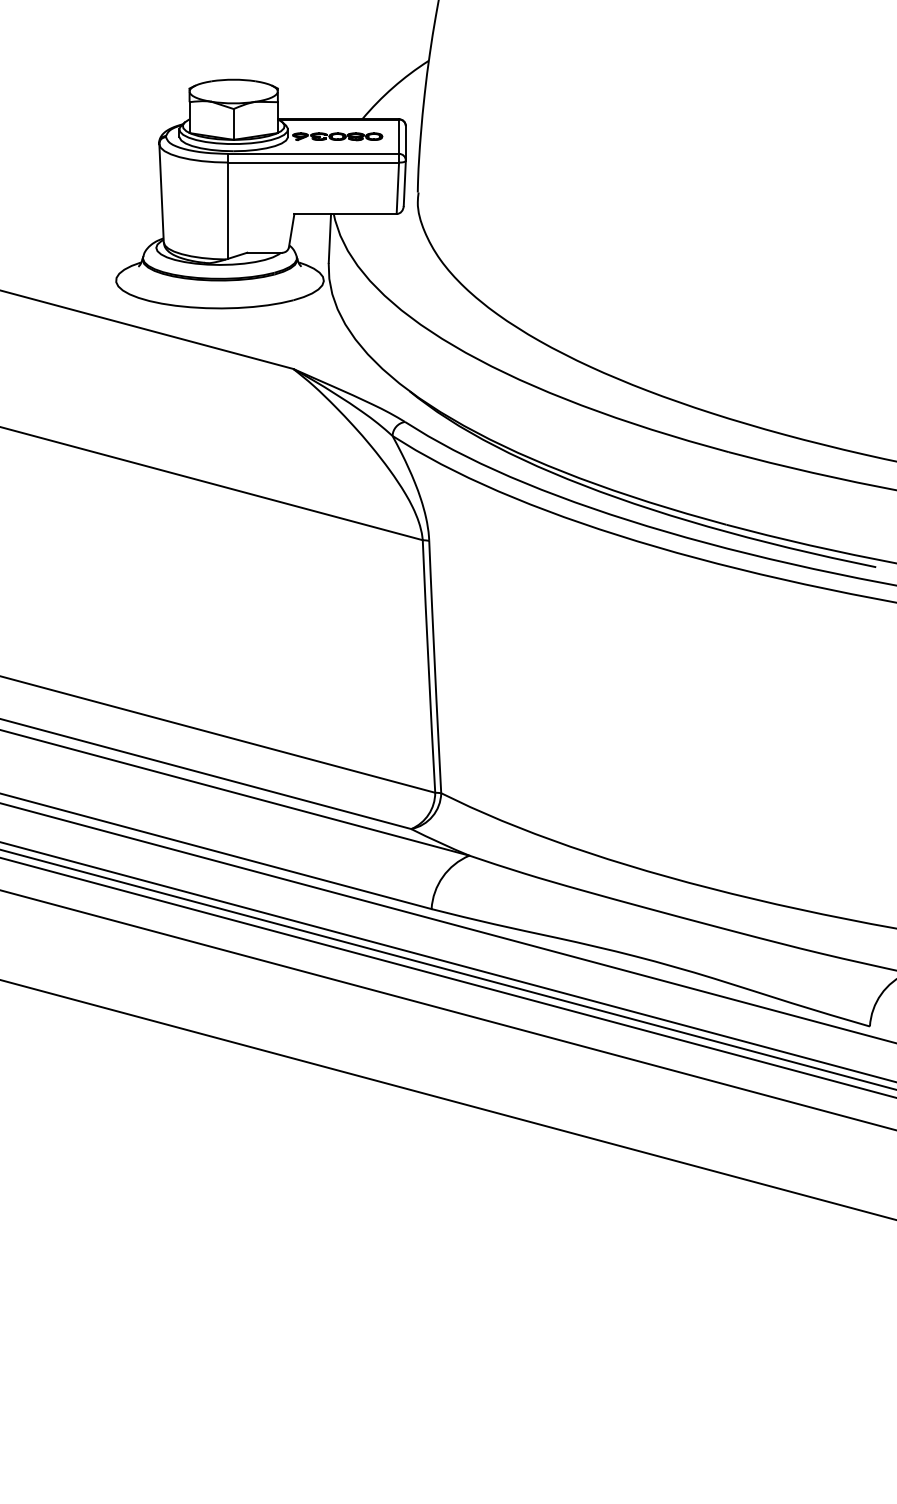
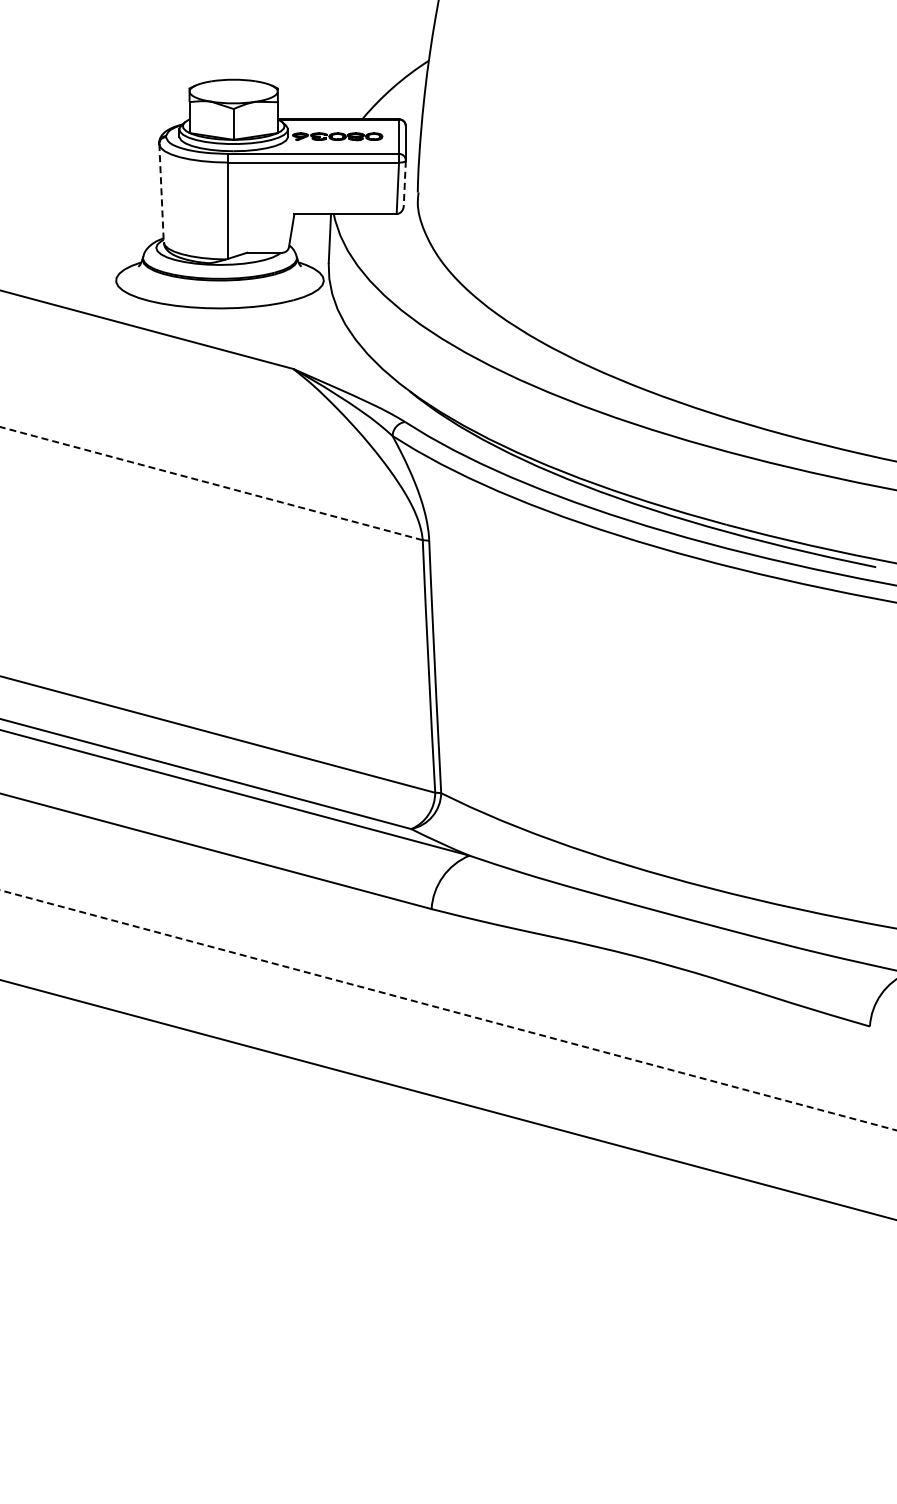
line at (404, 183): solid -> dashed
line at (161, 193): solid -> dashed
line at (211, 483): solid -> dashed
line at (447, 922): present -> none
line at (447, 961): present -> none
line at (447, 969): present -> none
line at (447, 977): present -> none
line at (448, 1010): solid -> dashed
